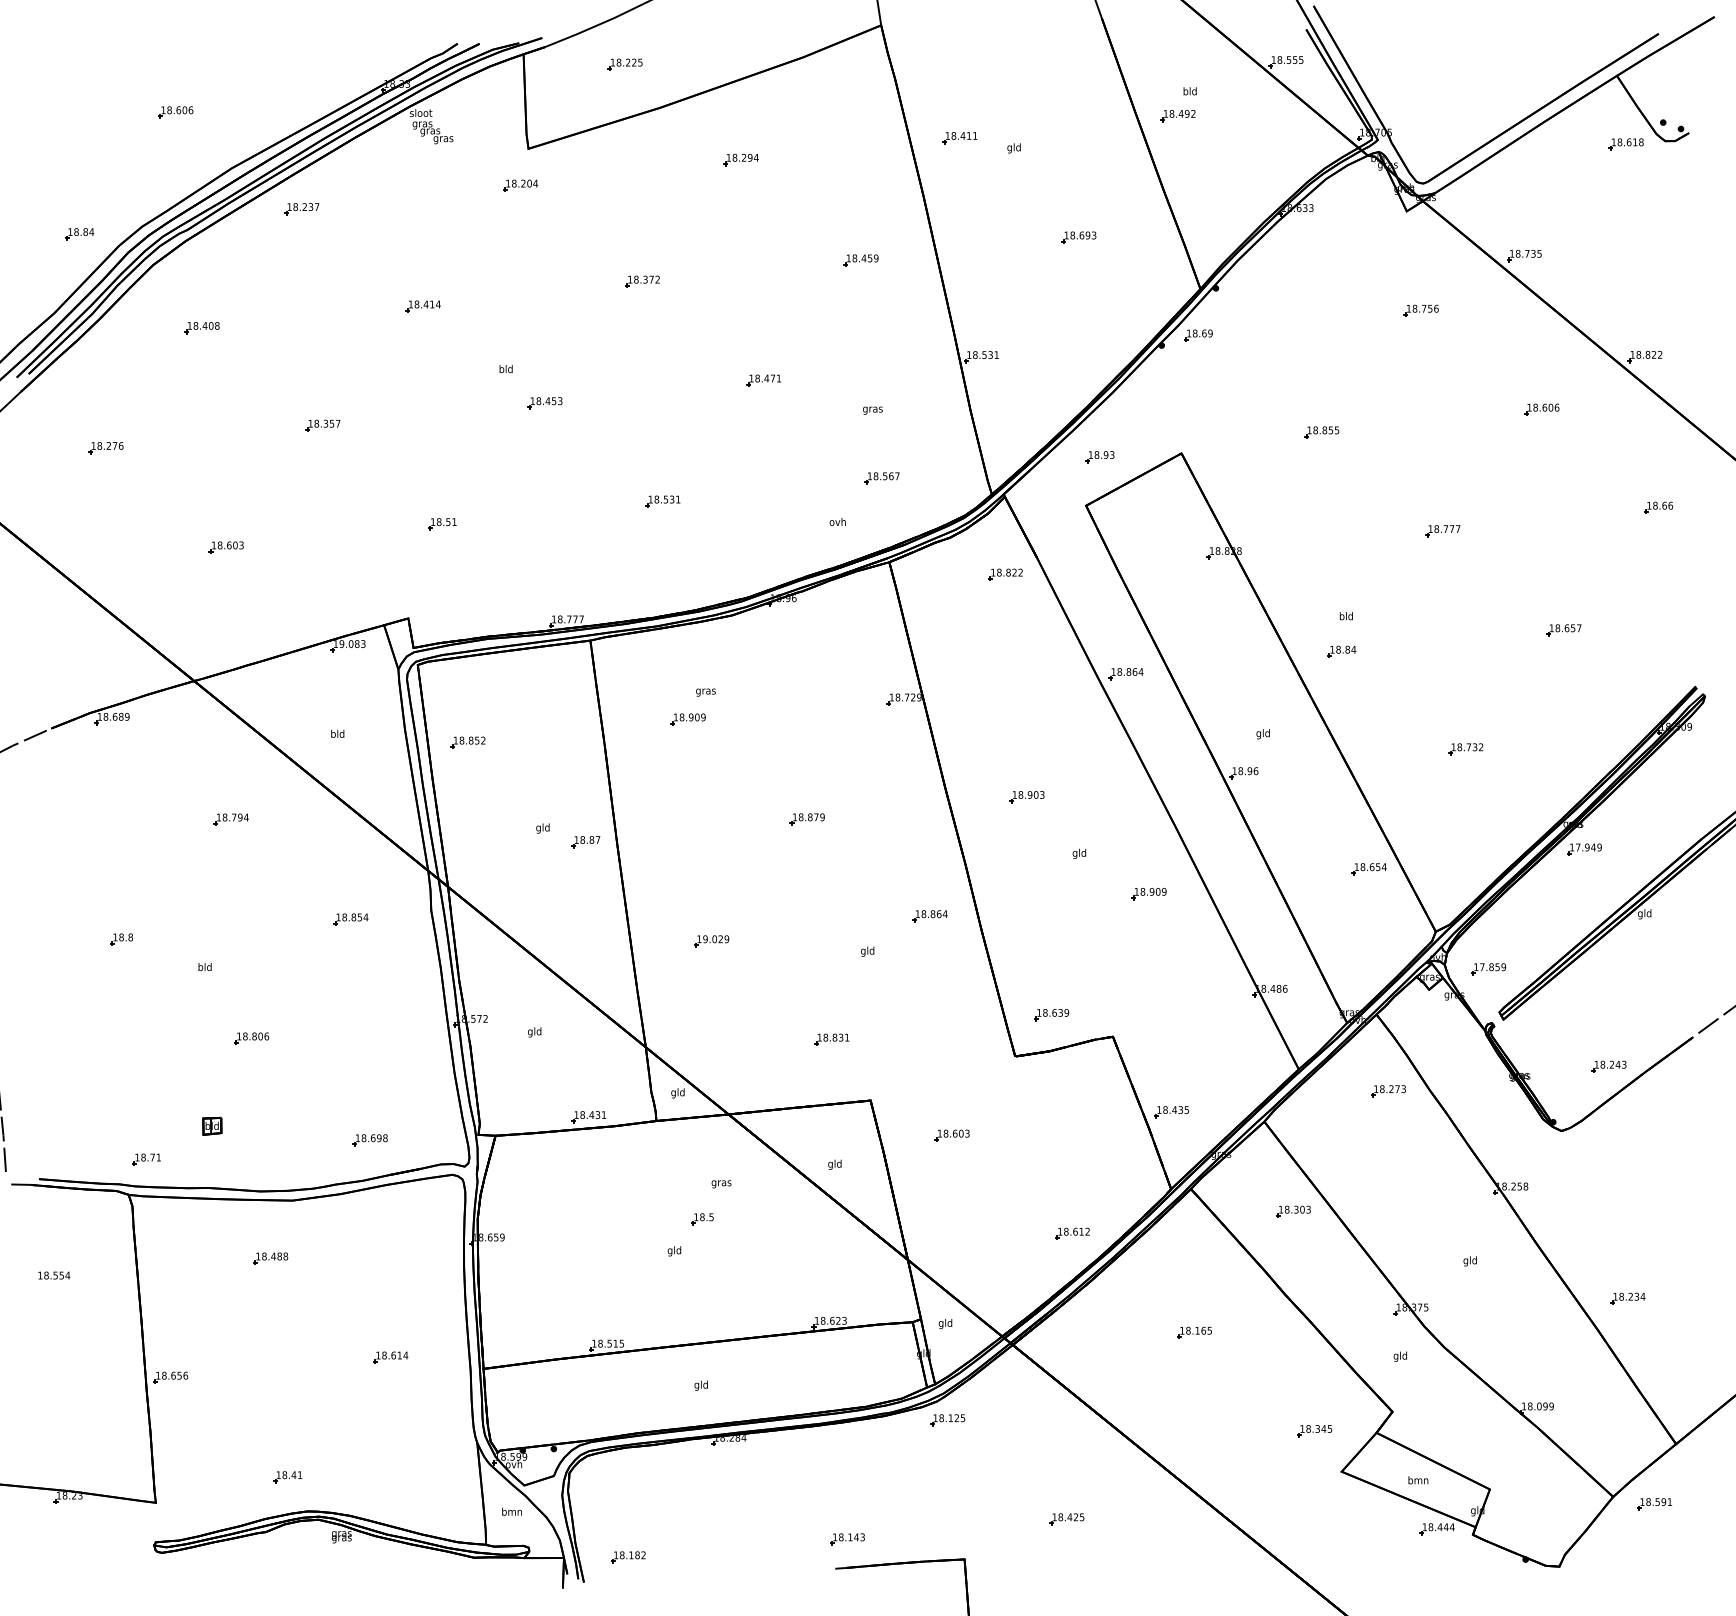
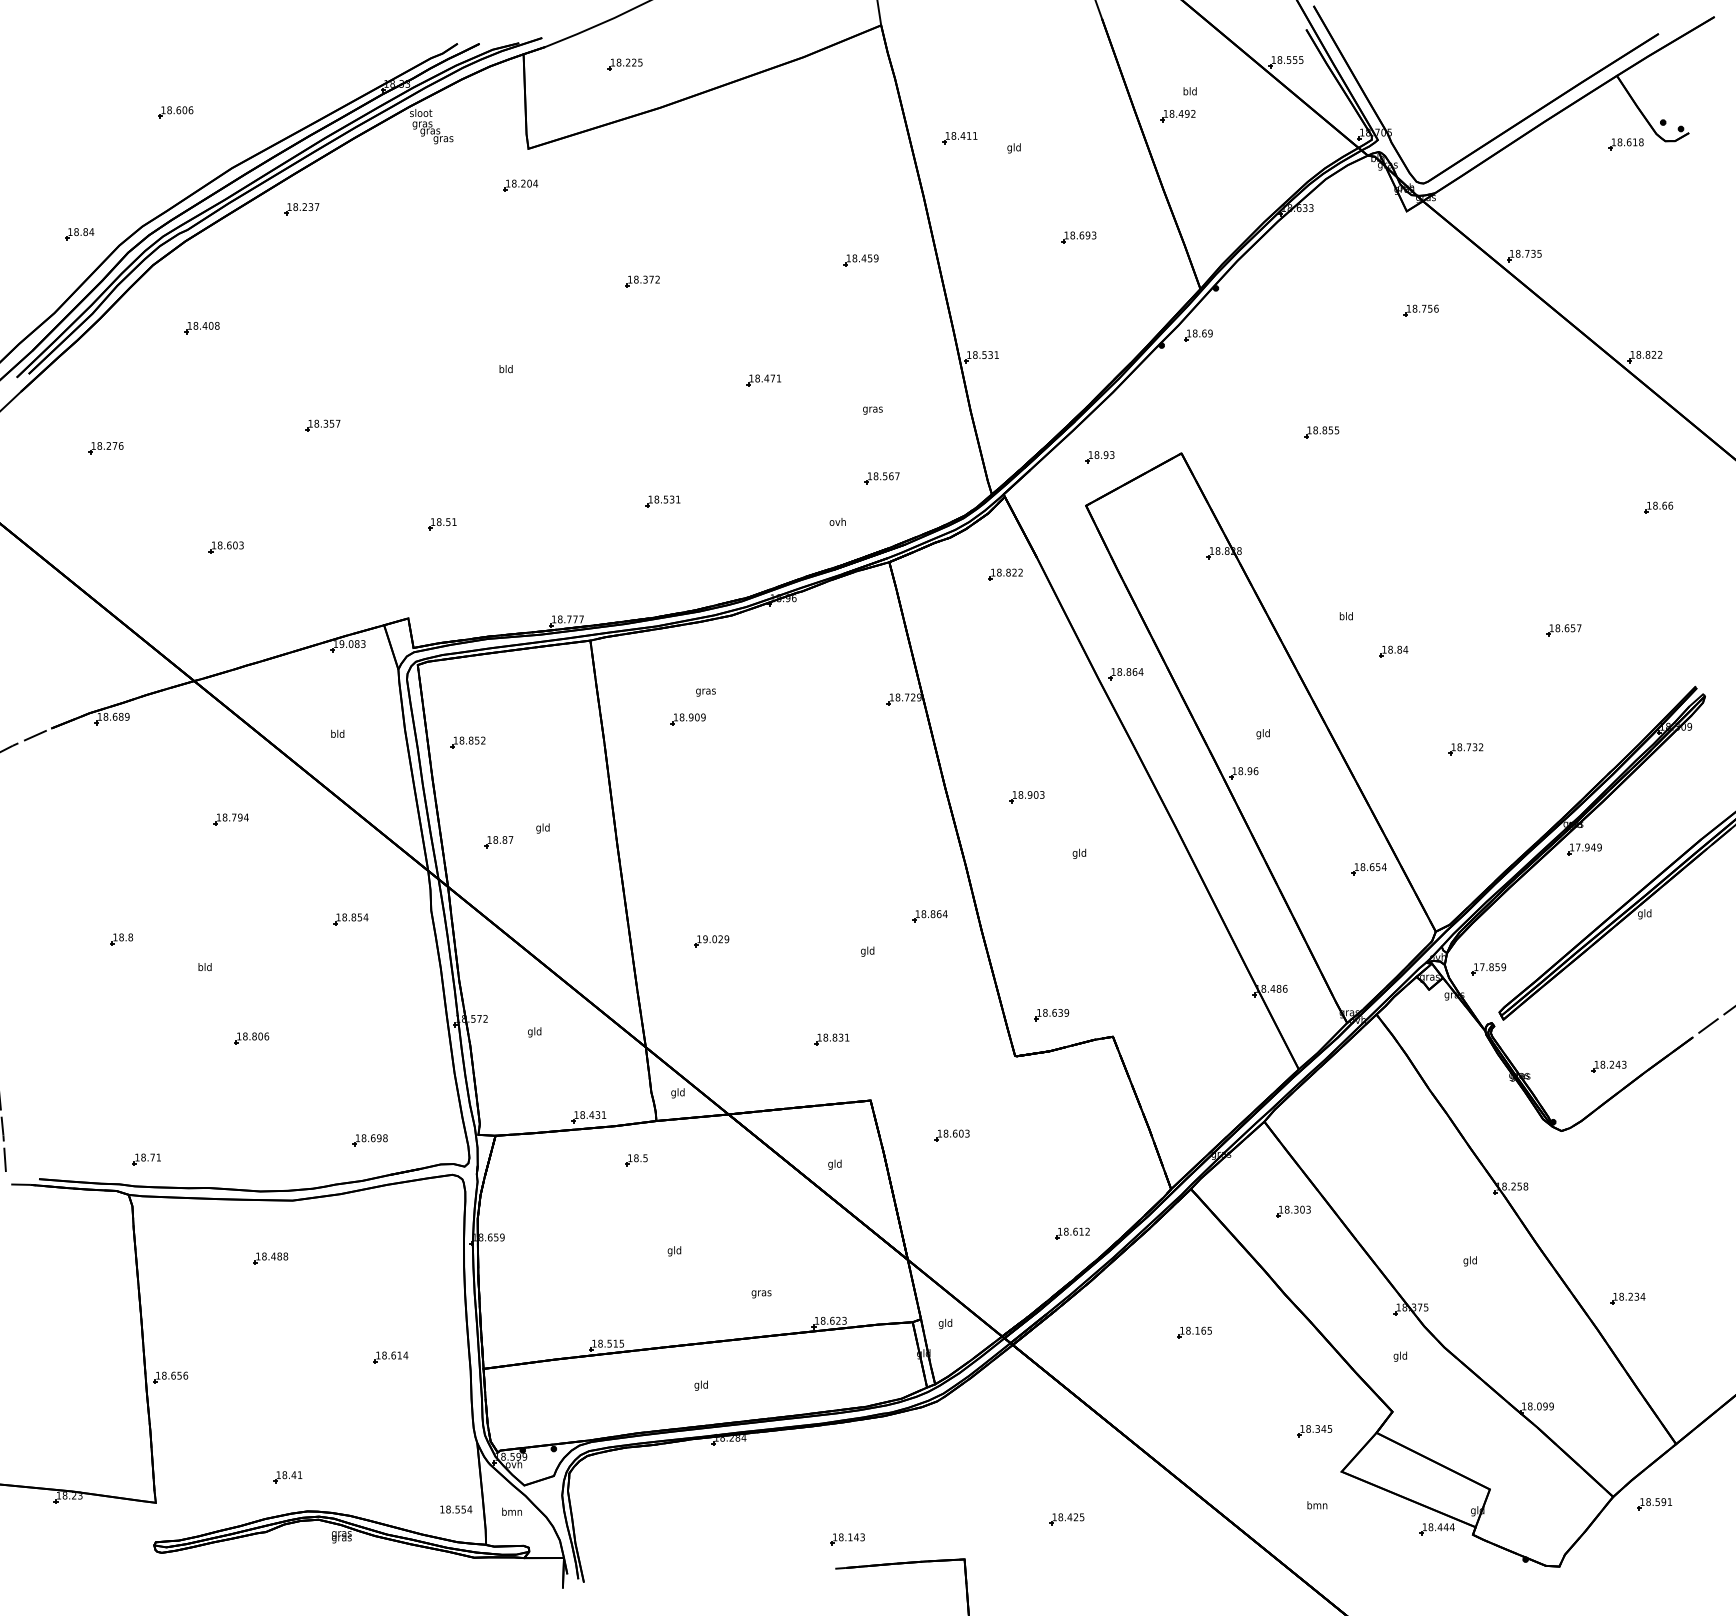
part at (740, 159): present -> none
part at (422, 306): present -> none
part at (544, 403): present -> none
part at (1541, 409): present -> none
part at (1442, 531): present -> none
part at (1341, 651) position: (1341, 651) -> (1393, 651)
part at (806, 819): present -> none
part at (585, 842) position: (585, 842) -> (498, 842)
part at (1148, 894): present -> none
part at (1388, 1091): present -> none
part at (1171, 1112): present -> none
part at (212, 1125): present -> none
text at (721, 1184) position: (721, 1184) -> (761, 1294)
part at (702, 1219) position: (702, 1219) -> (636, 1160)
text at (54, 1275) position: (54, 1275) -> (456, 1509)
part at (947, 1420): present -> none
text at (1418, 1480) position: (1418, 1480) -> (1317, 1505)
part at (628, 1557): present -> none
